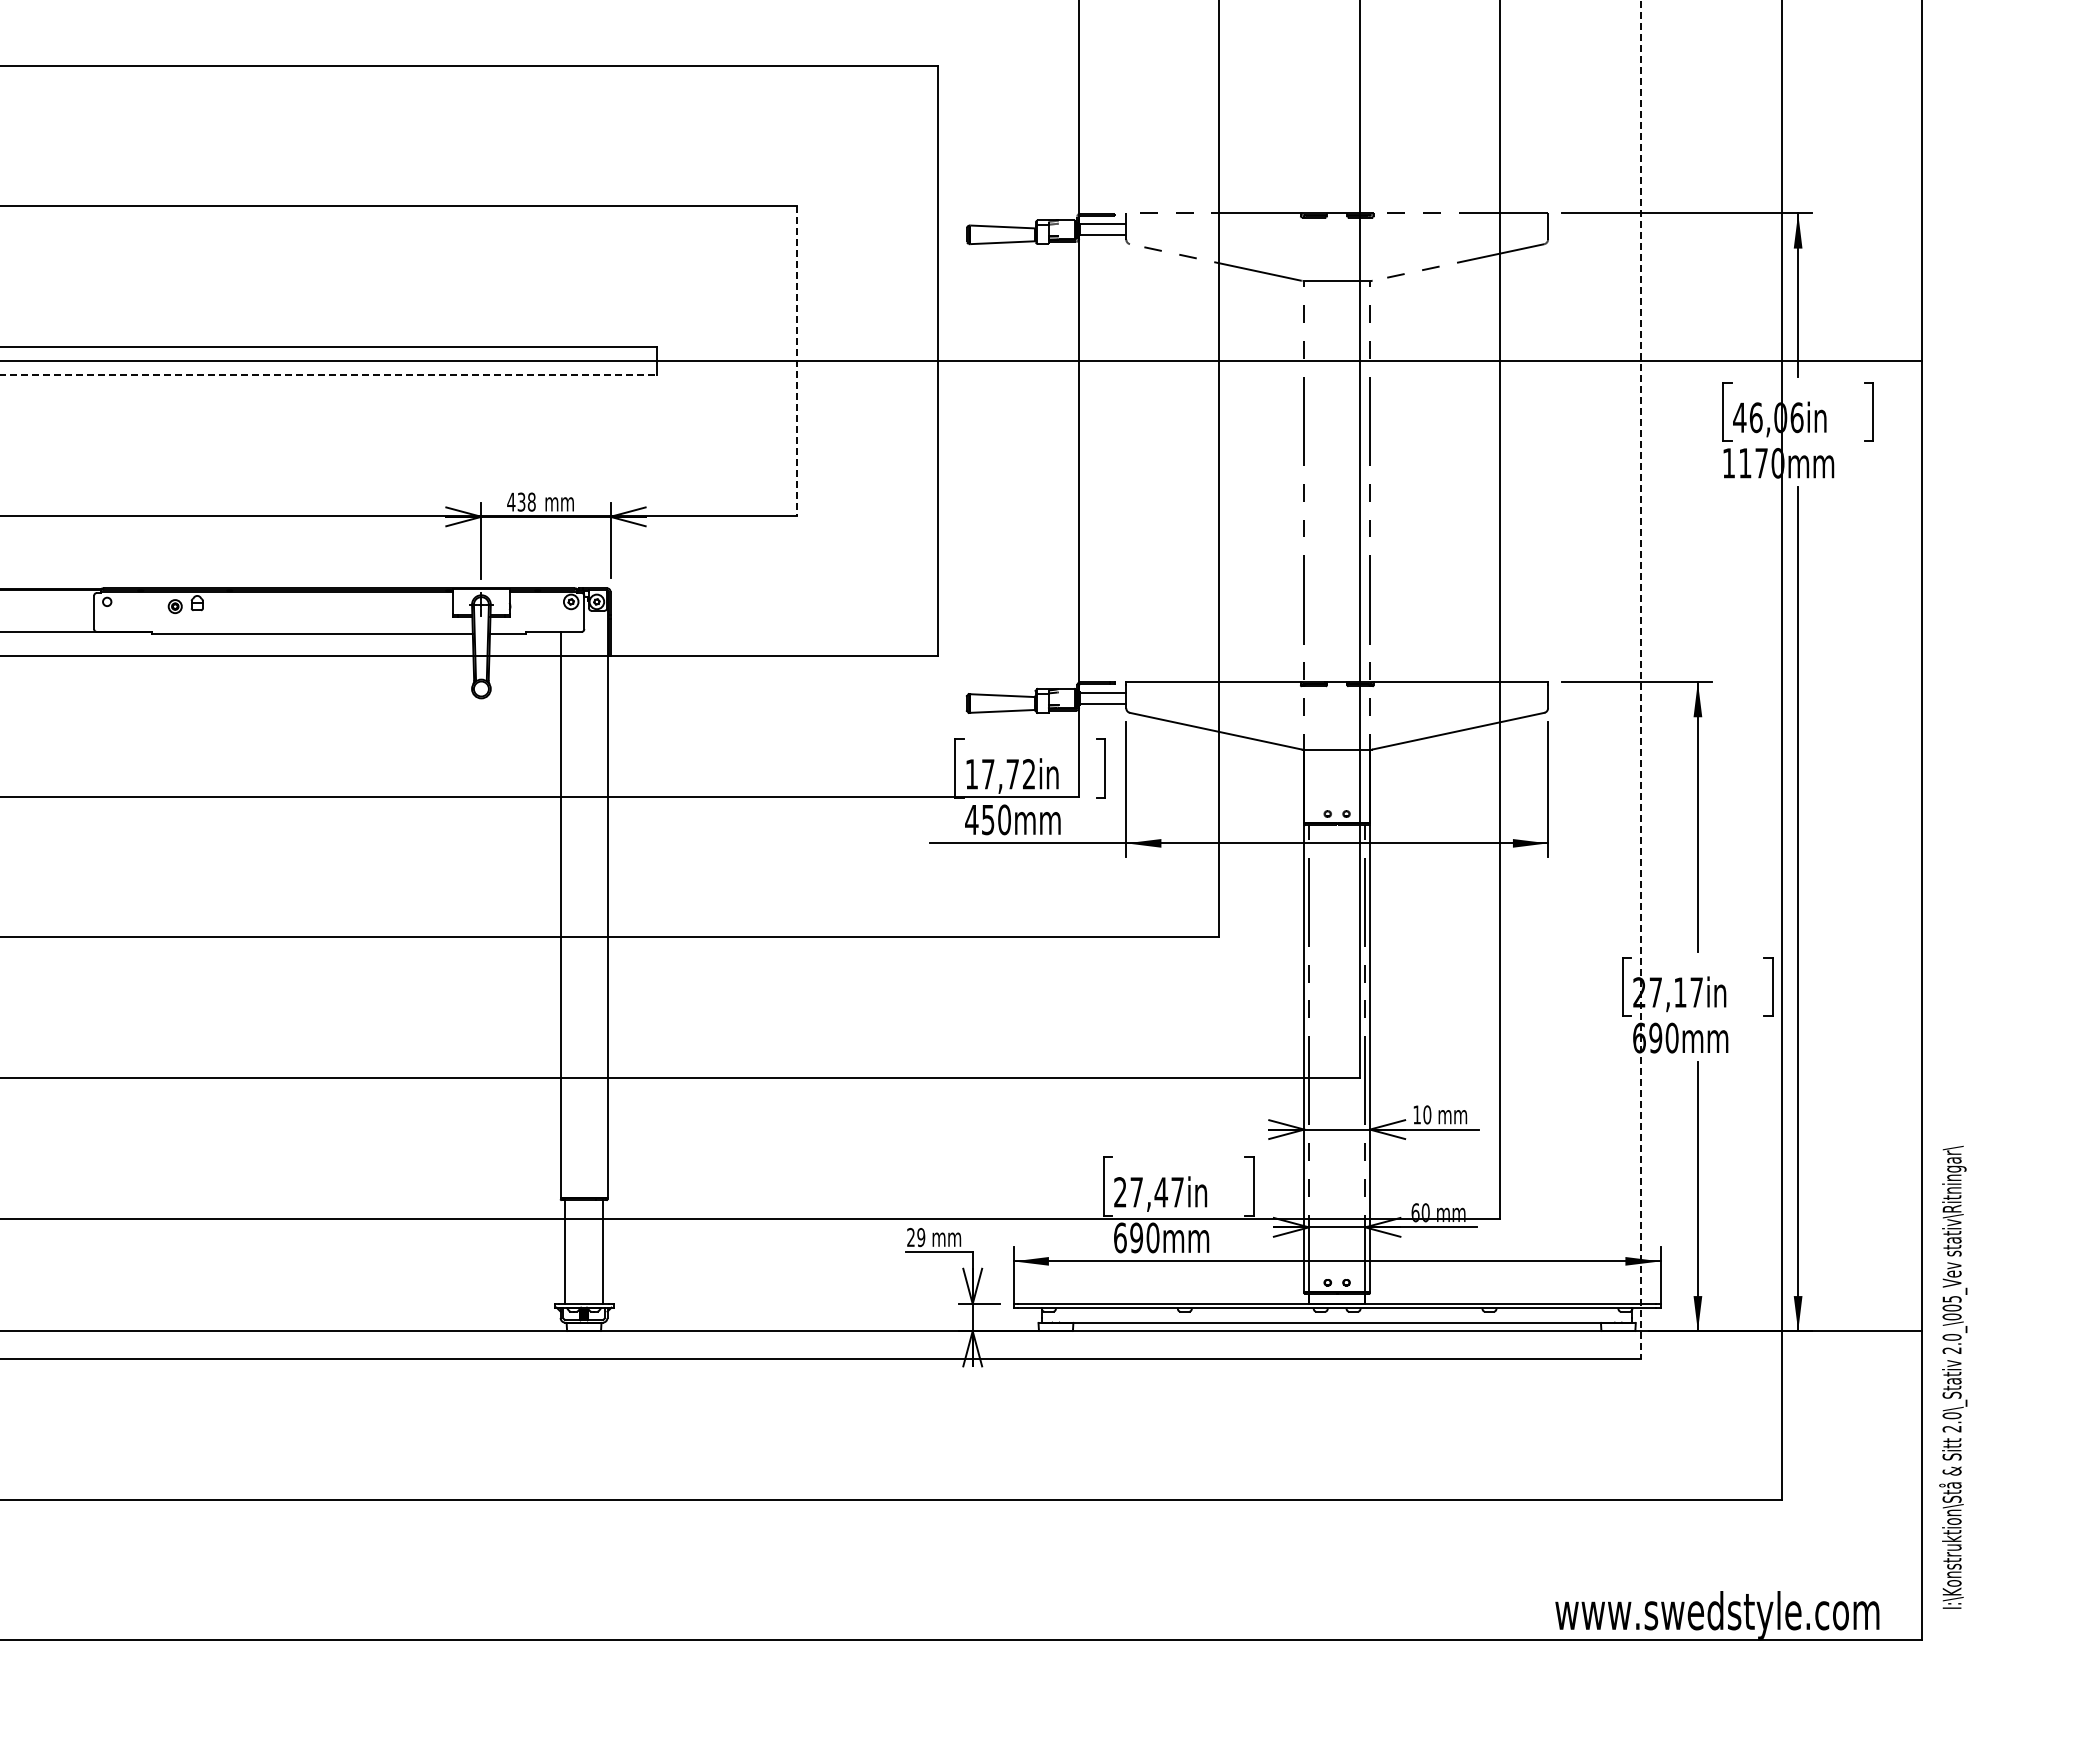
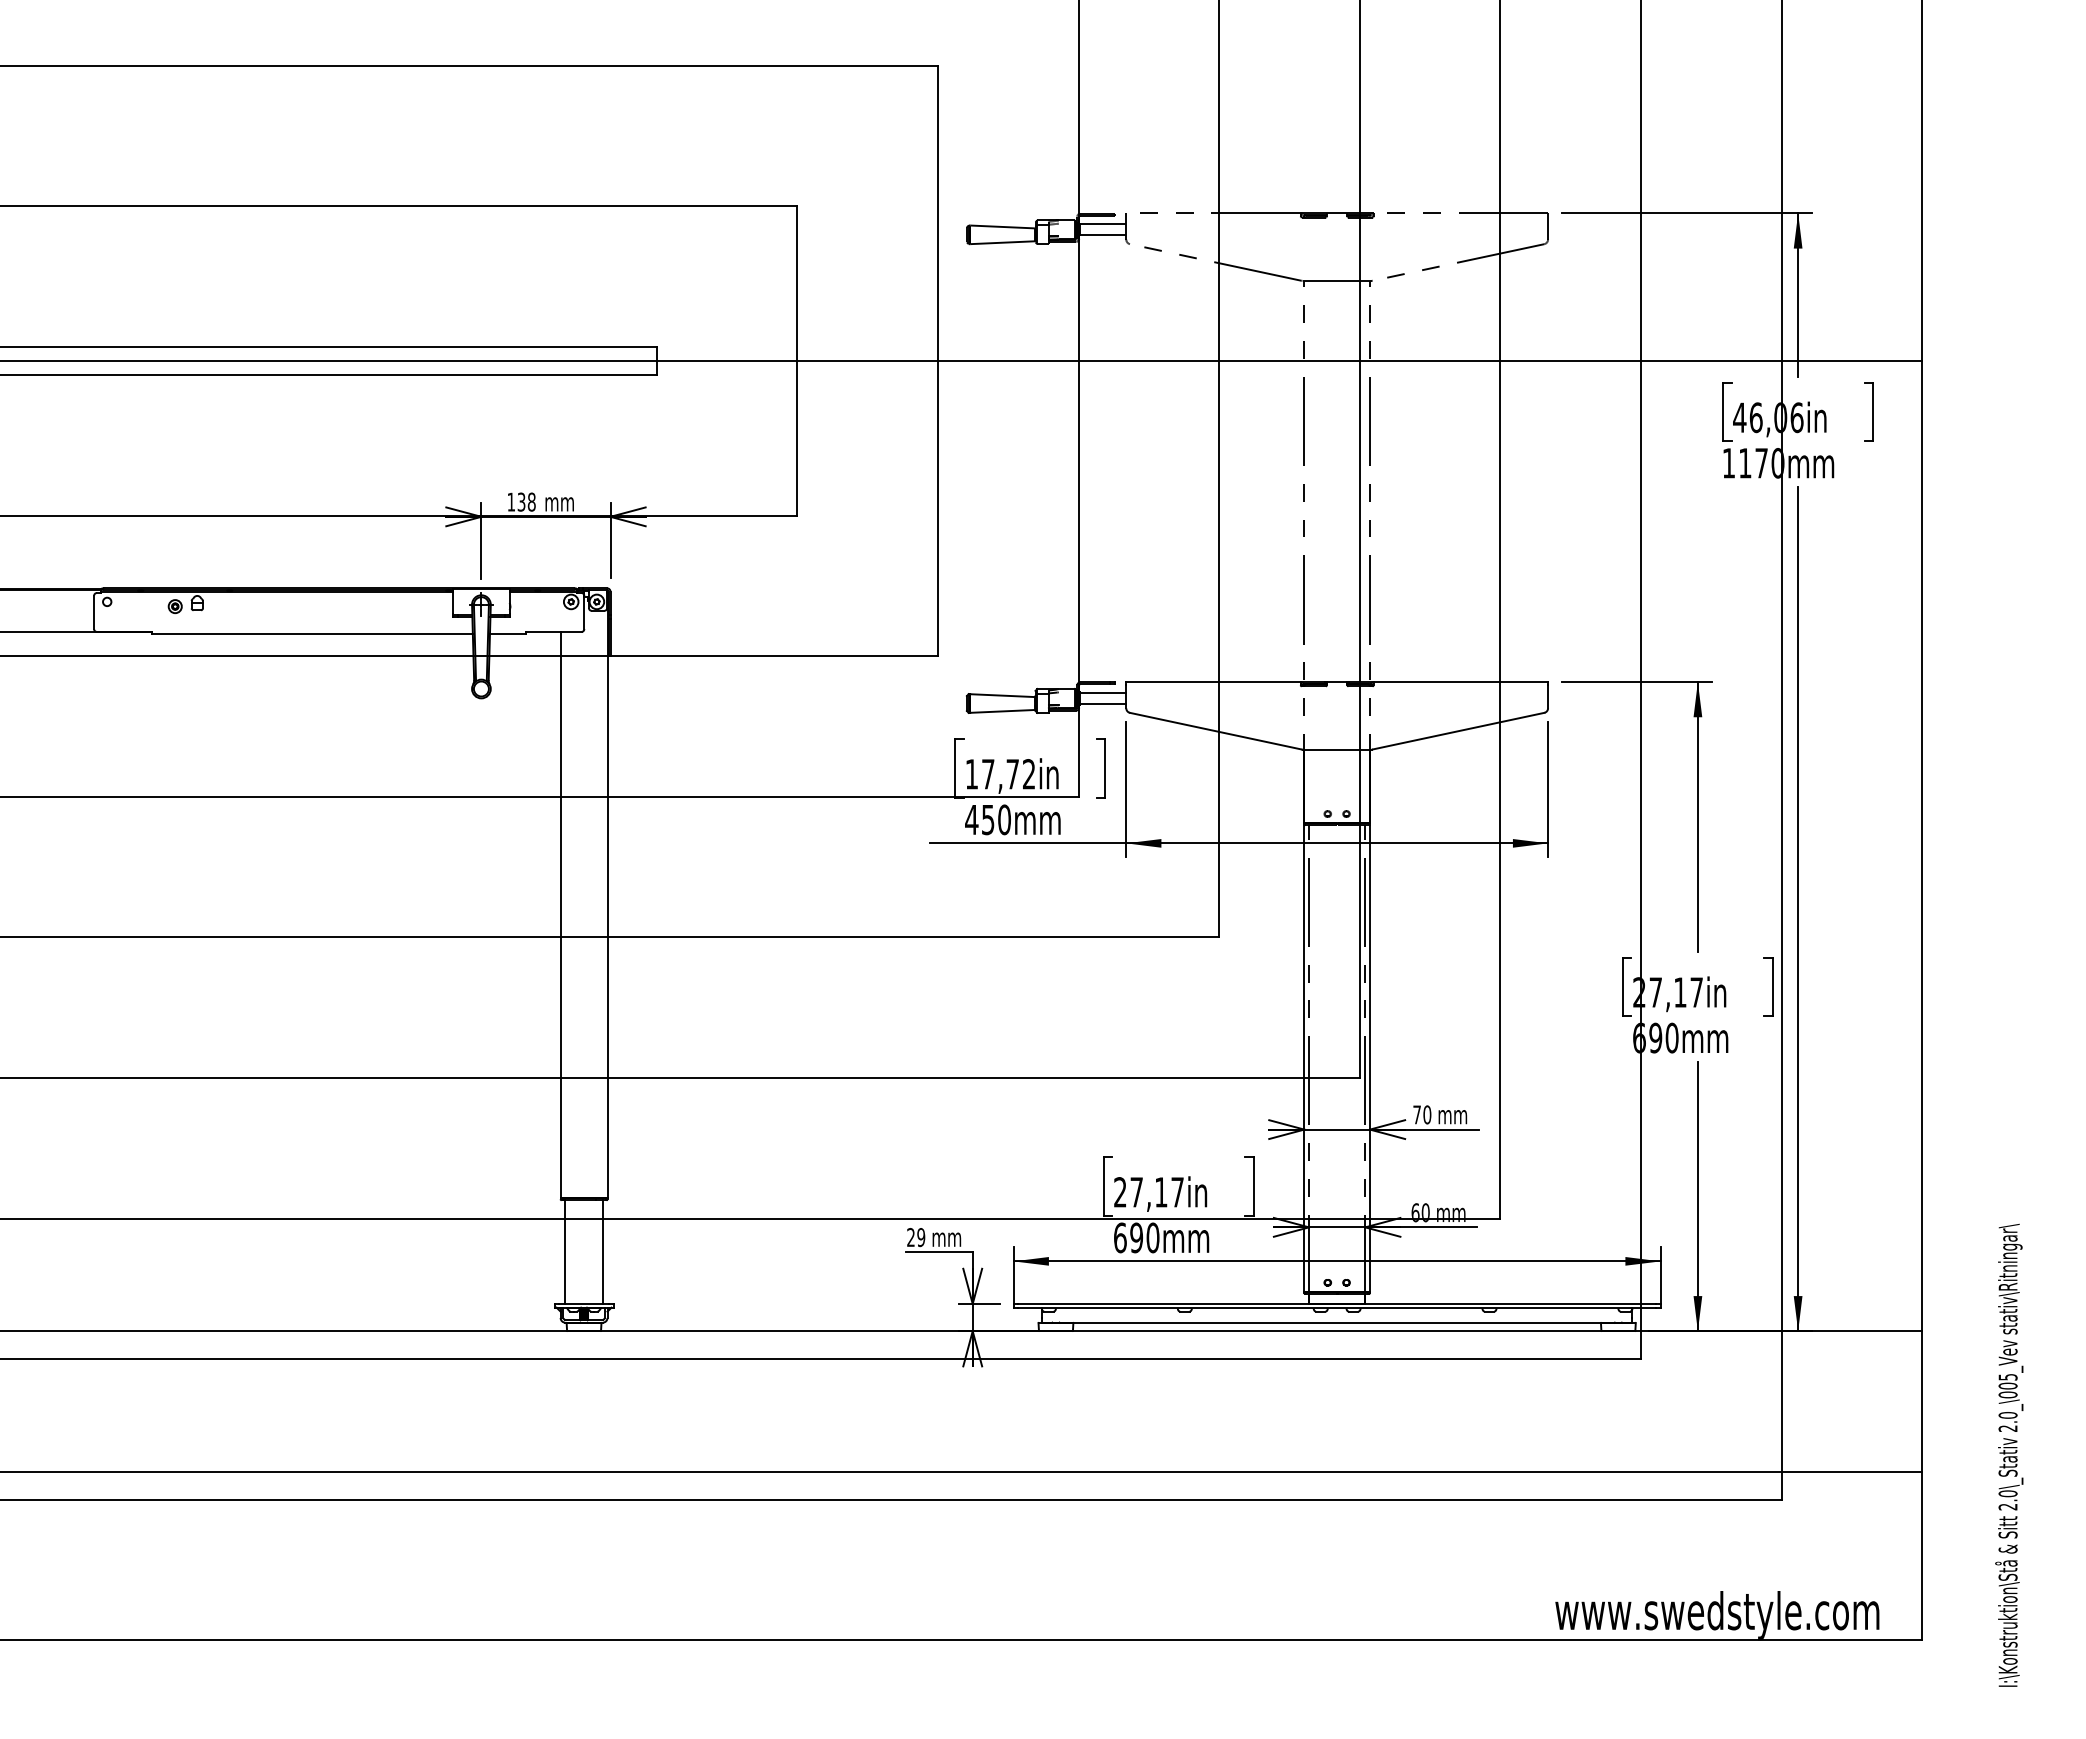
line at (797, 360): dashed -> solid
line at (328, 375): dashed -> solid
text at (511, 501): 438 -> 138
line at (1640, 680): dashed -> solid
text at (1416, 1114): 10 -> 70
text at (1160, 1192): 27,47in -> 27,17in
text at (1953, 1376) position: (1953, 1376) -> (2009, 1454)
line at (962, 1471): none -> present
